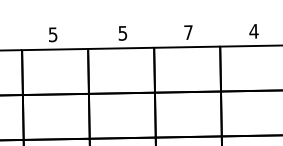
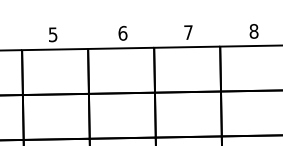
text at (253, 31): 4 -> 8
text at (122, 32): 5 -> 6
